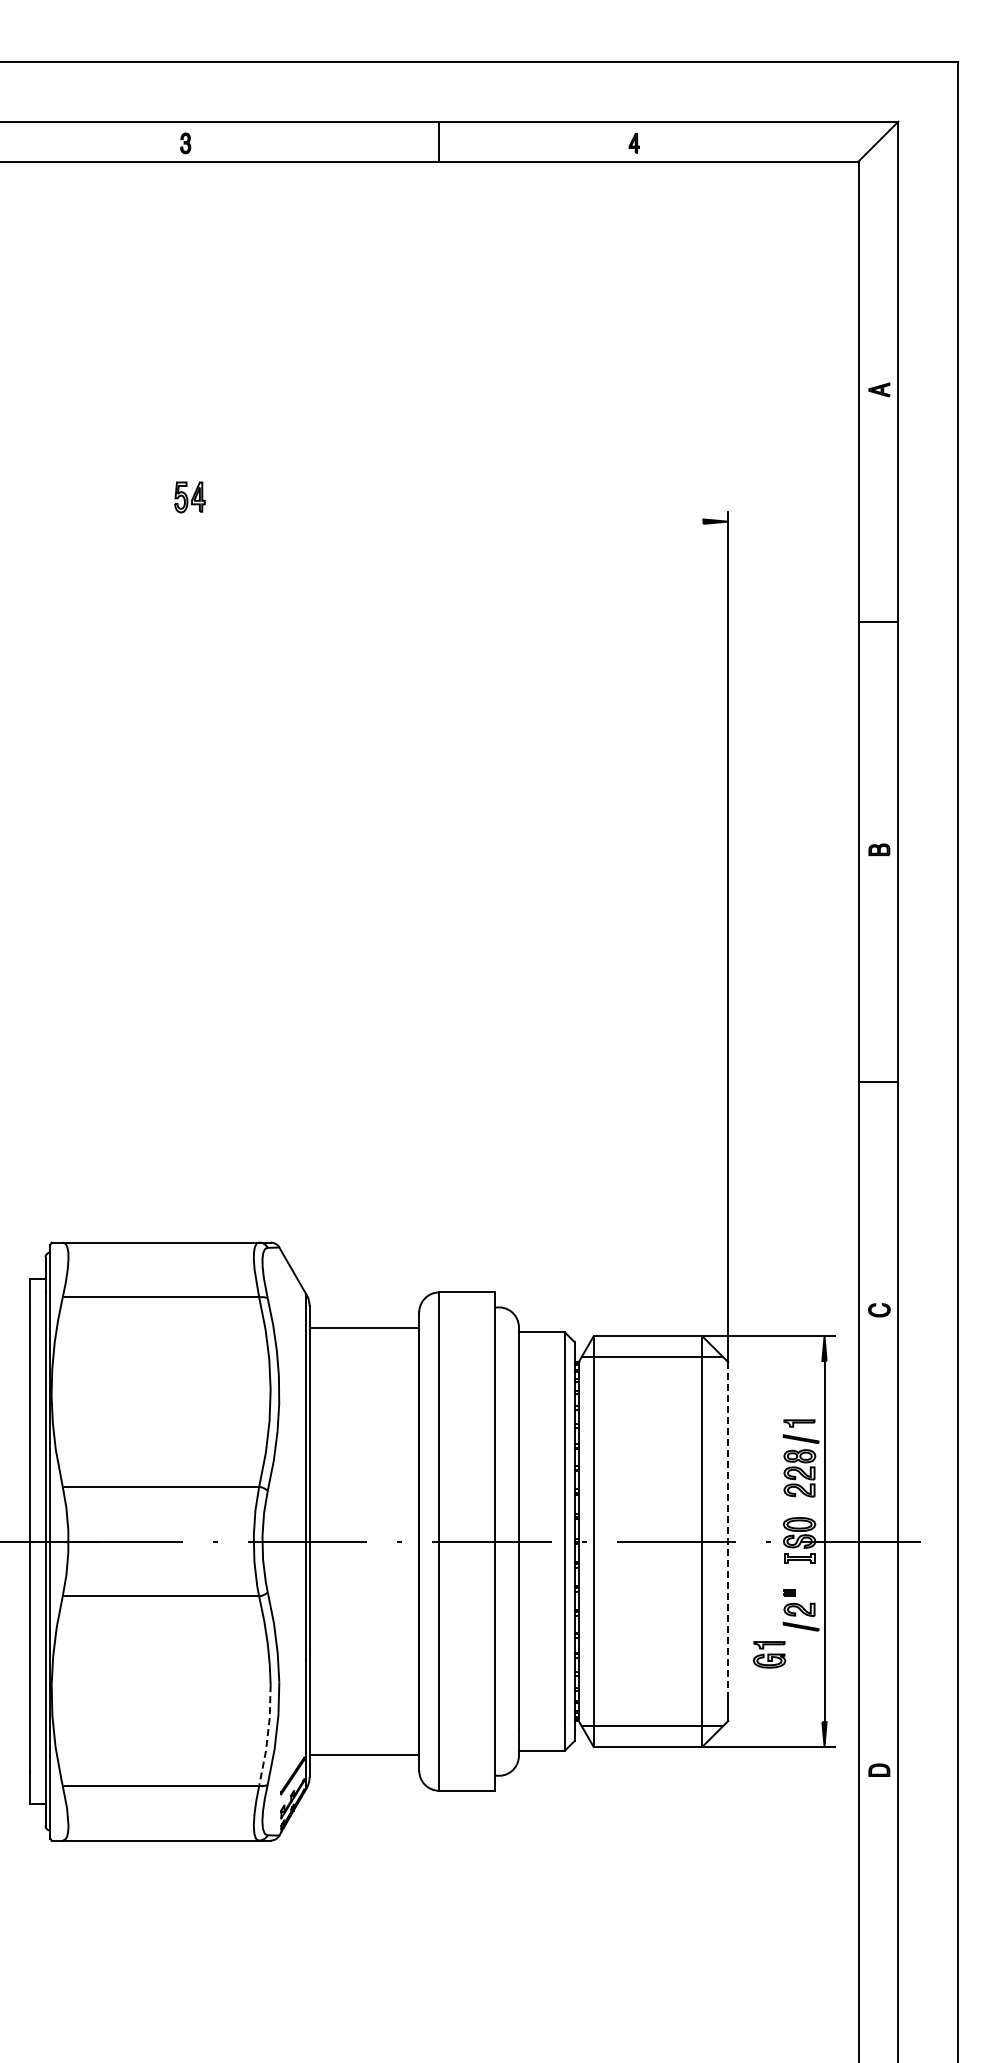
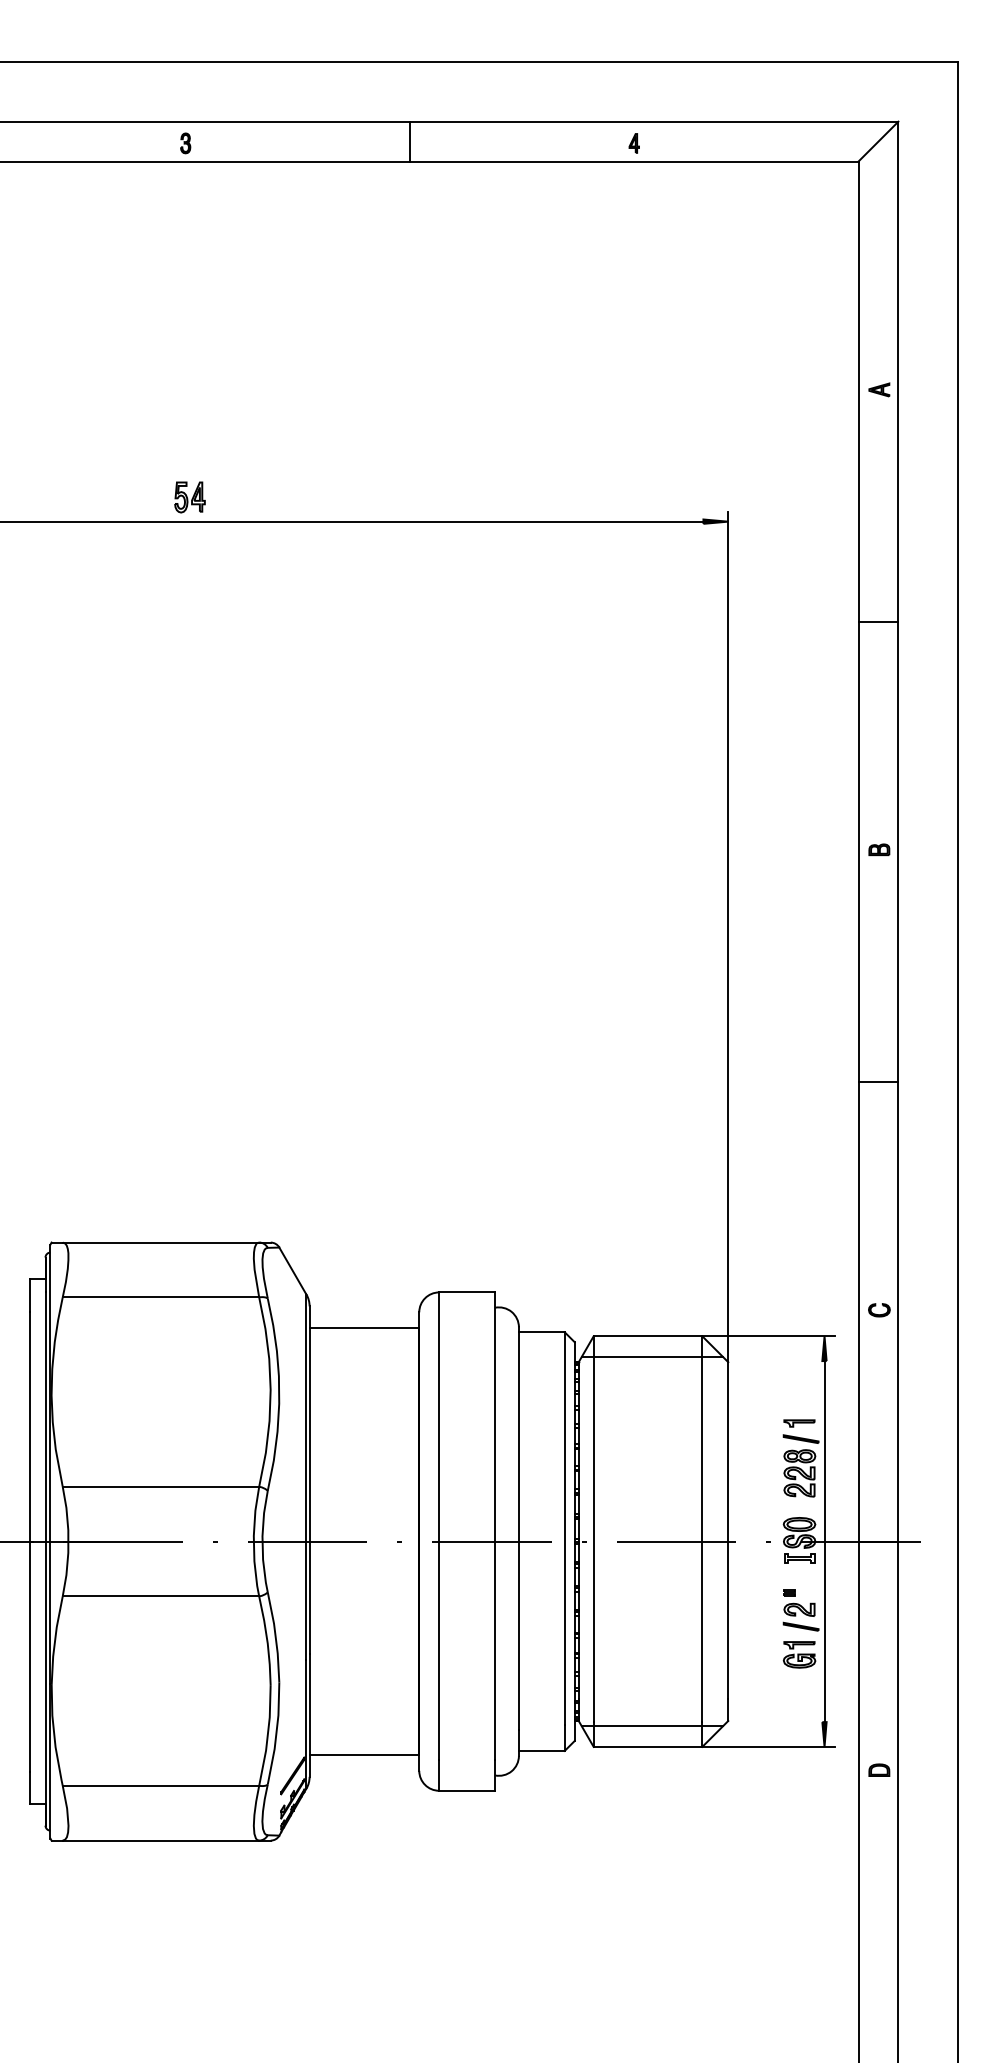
line at (439, 141) position: (439, 141) -> (410, 141)
line at (352, 521): none -> present
line at (728, 1531): dashed -> solid
part at (769, 1654) position: (769, 1654) -> (799, 1654)
line at (267, 1735): dashed -> solid
